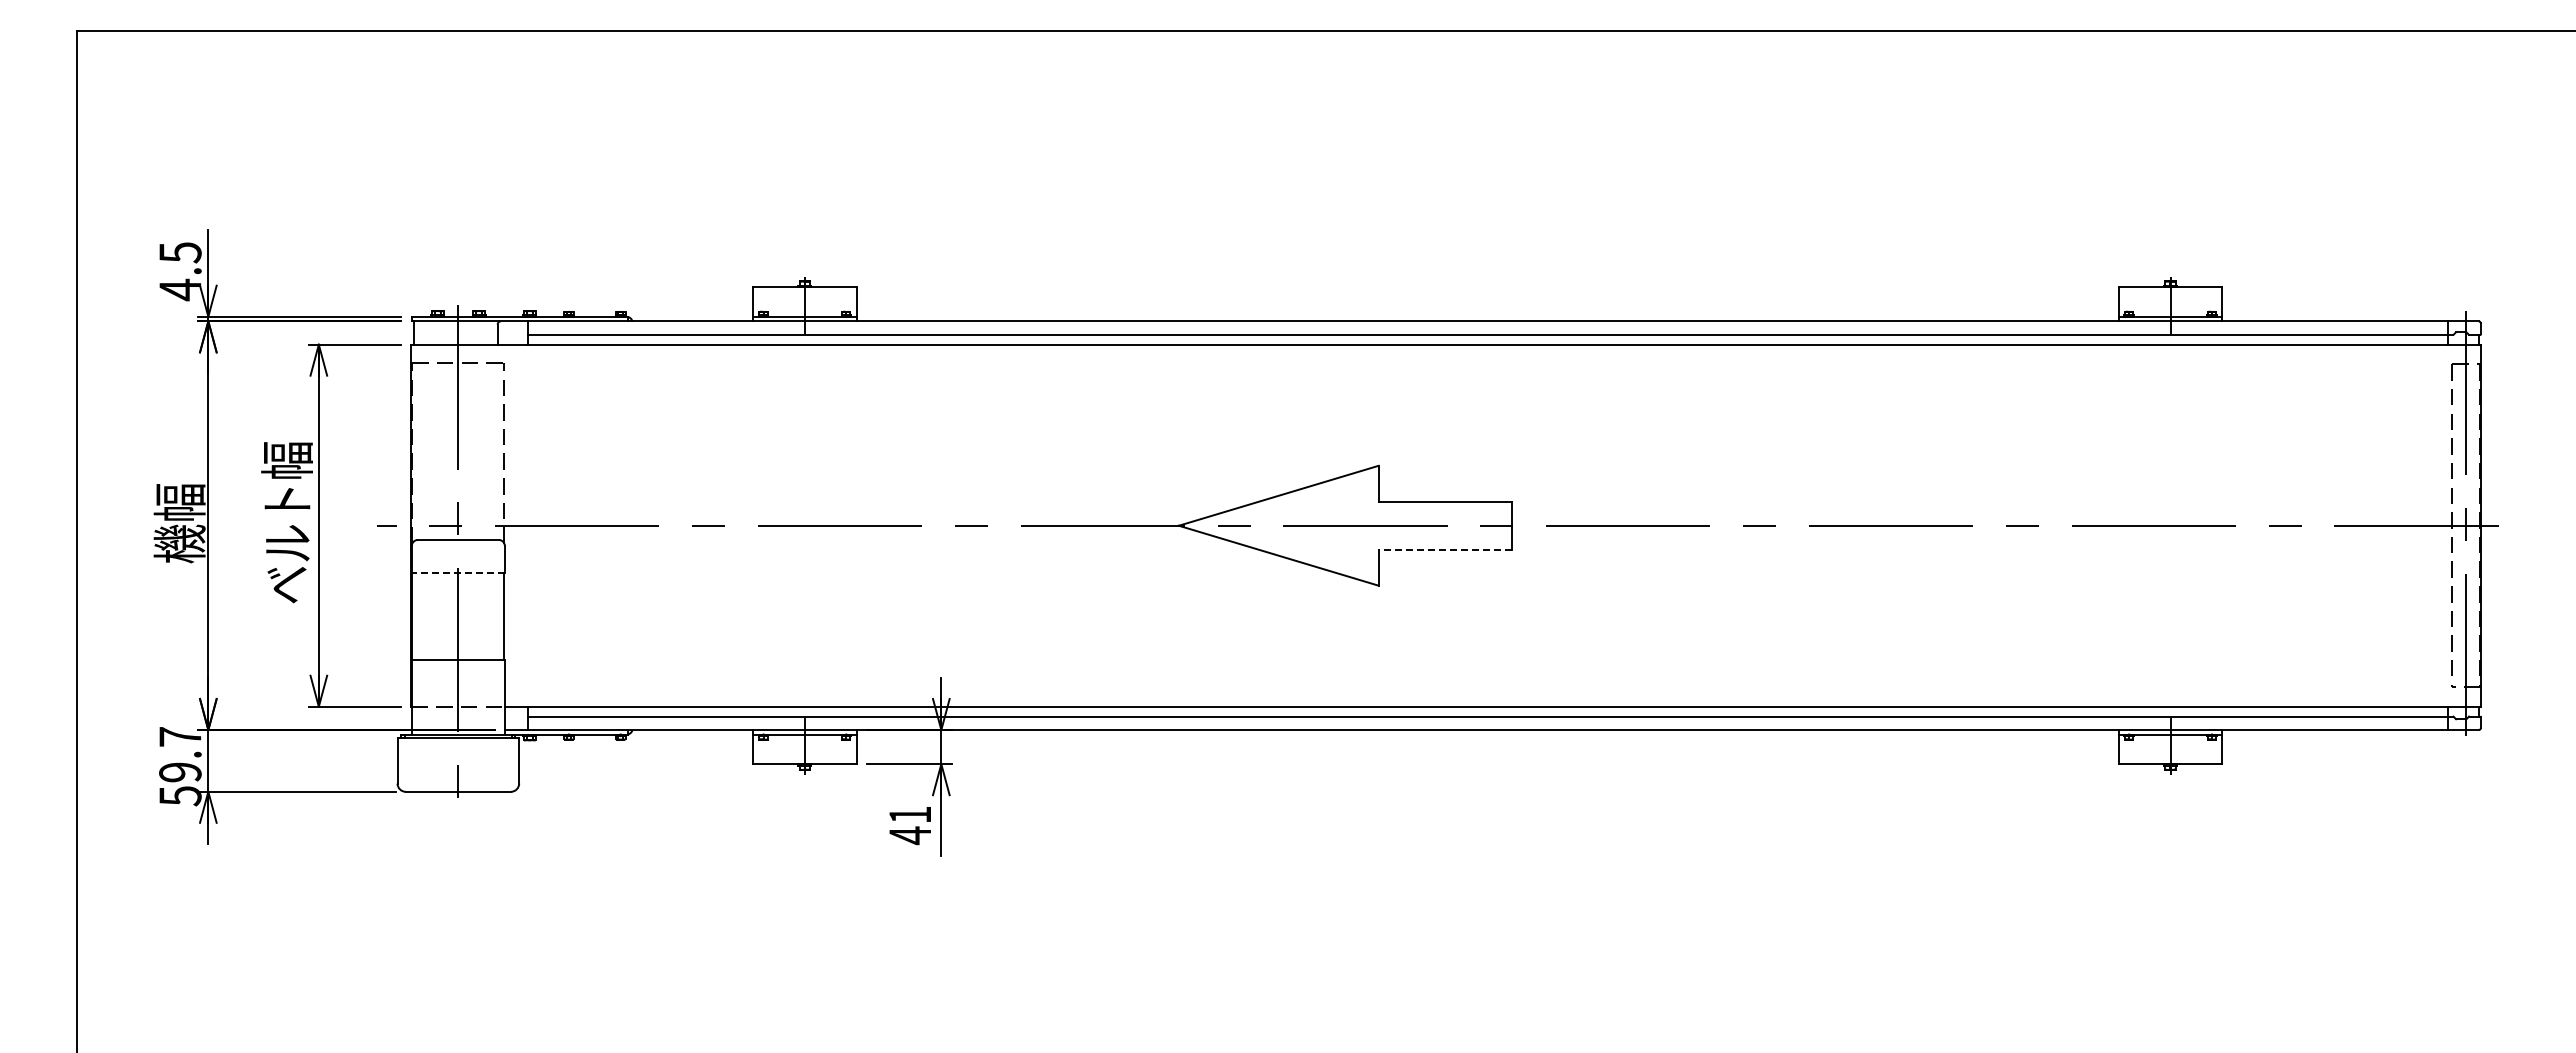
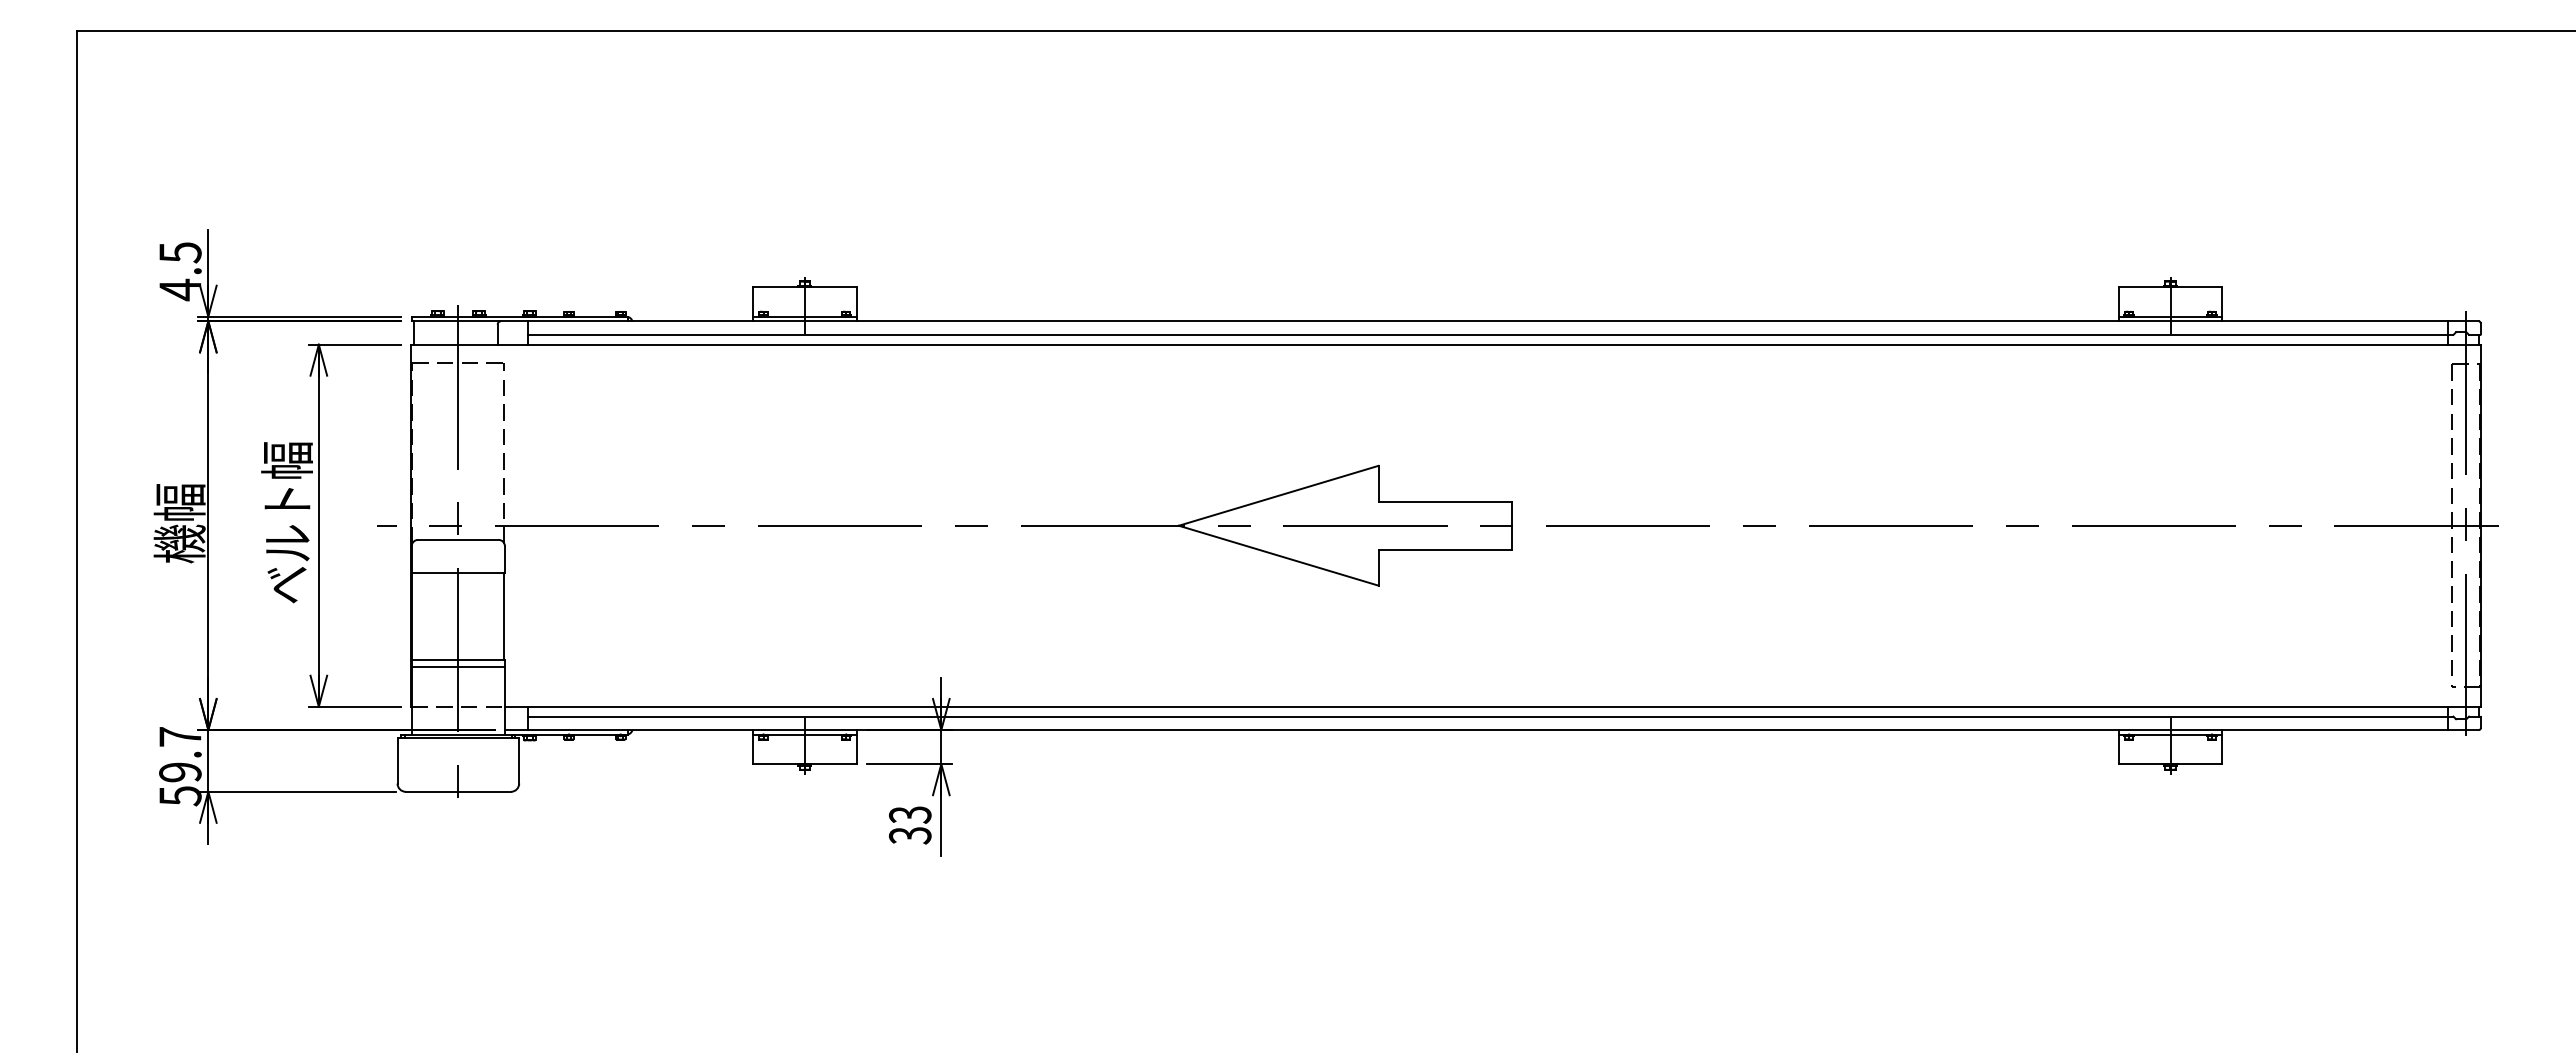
line at (1445, 549): dashed -> solid
line at (458, 573): dashed -> solid
line at (457, 666): none -> present
text at (909, 825): 41 -> 33
